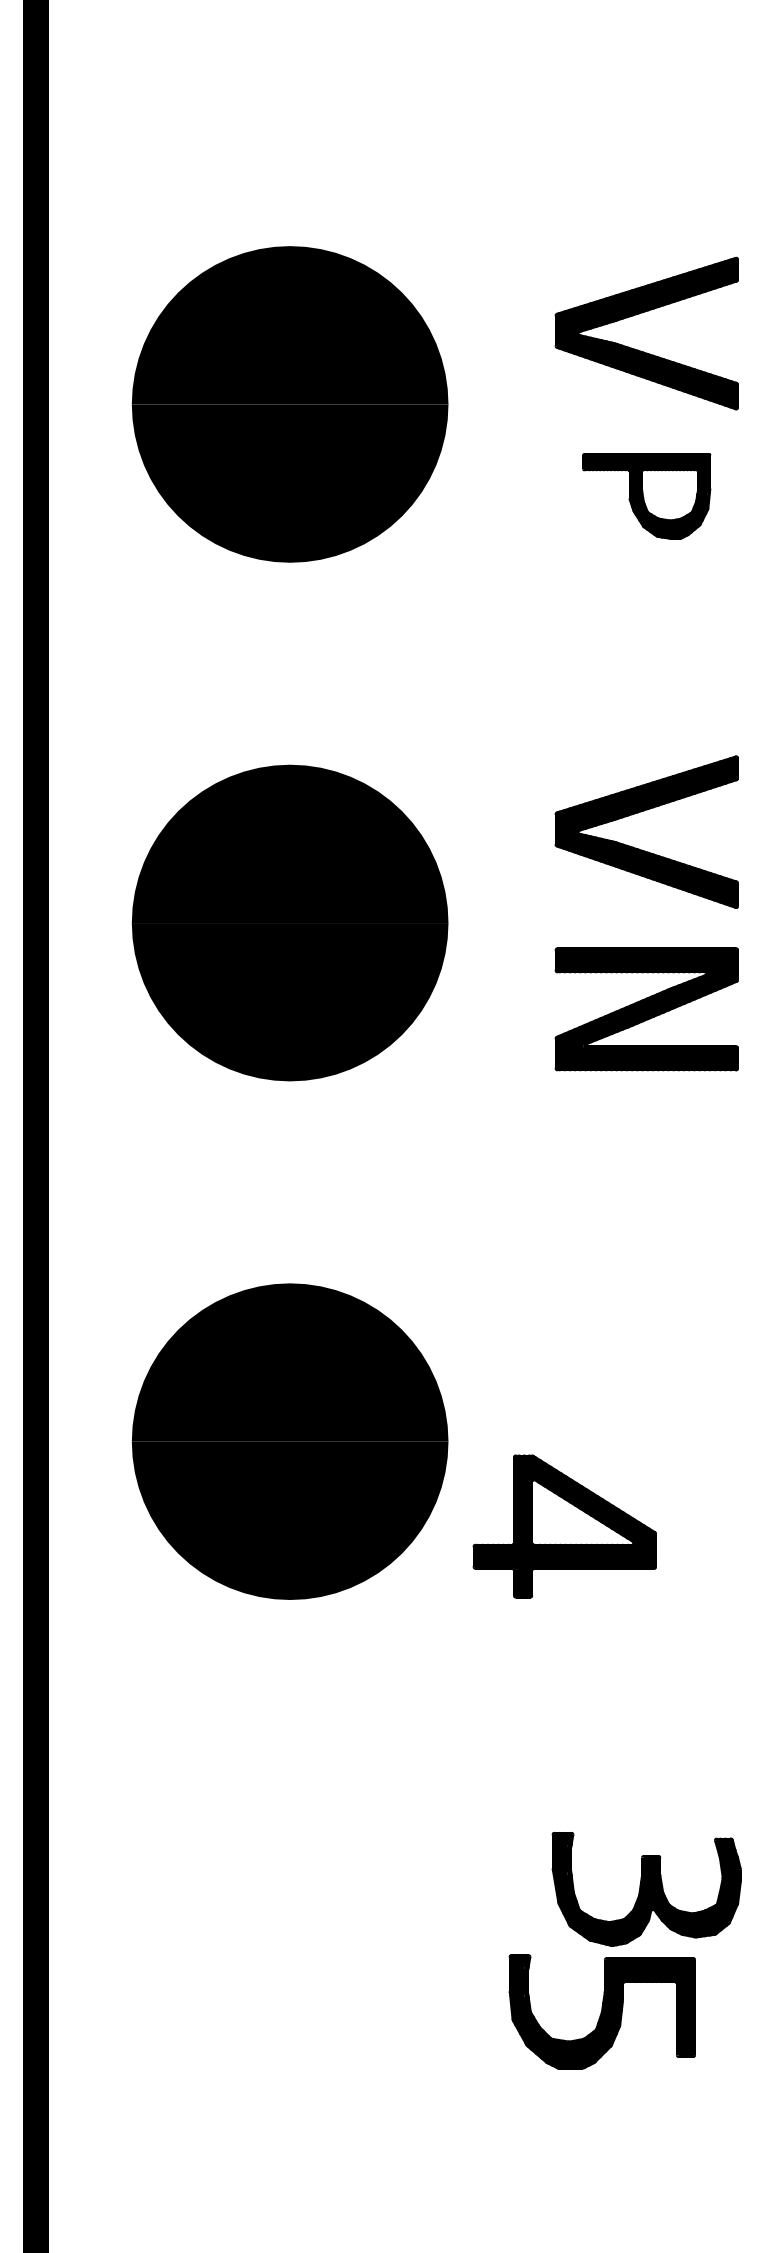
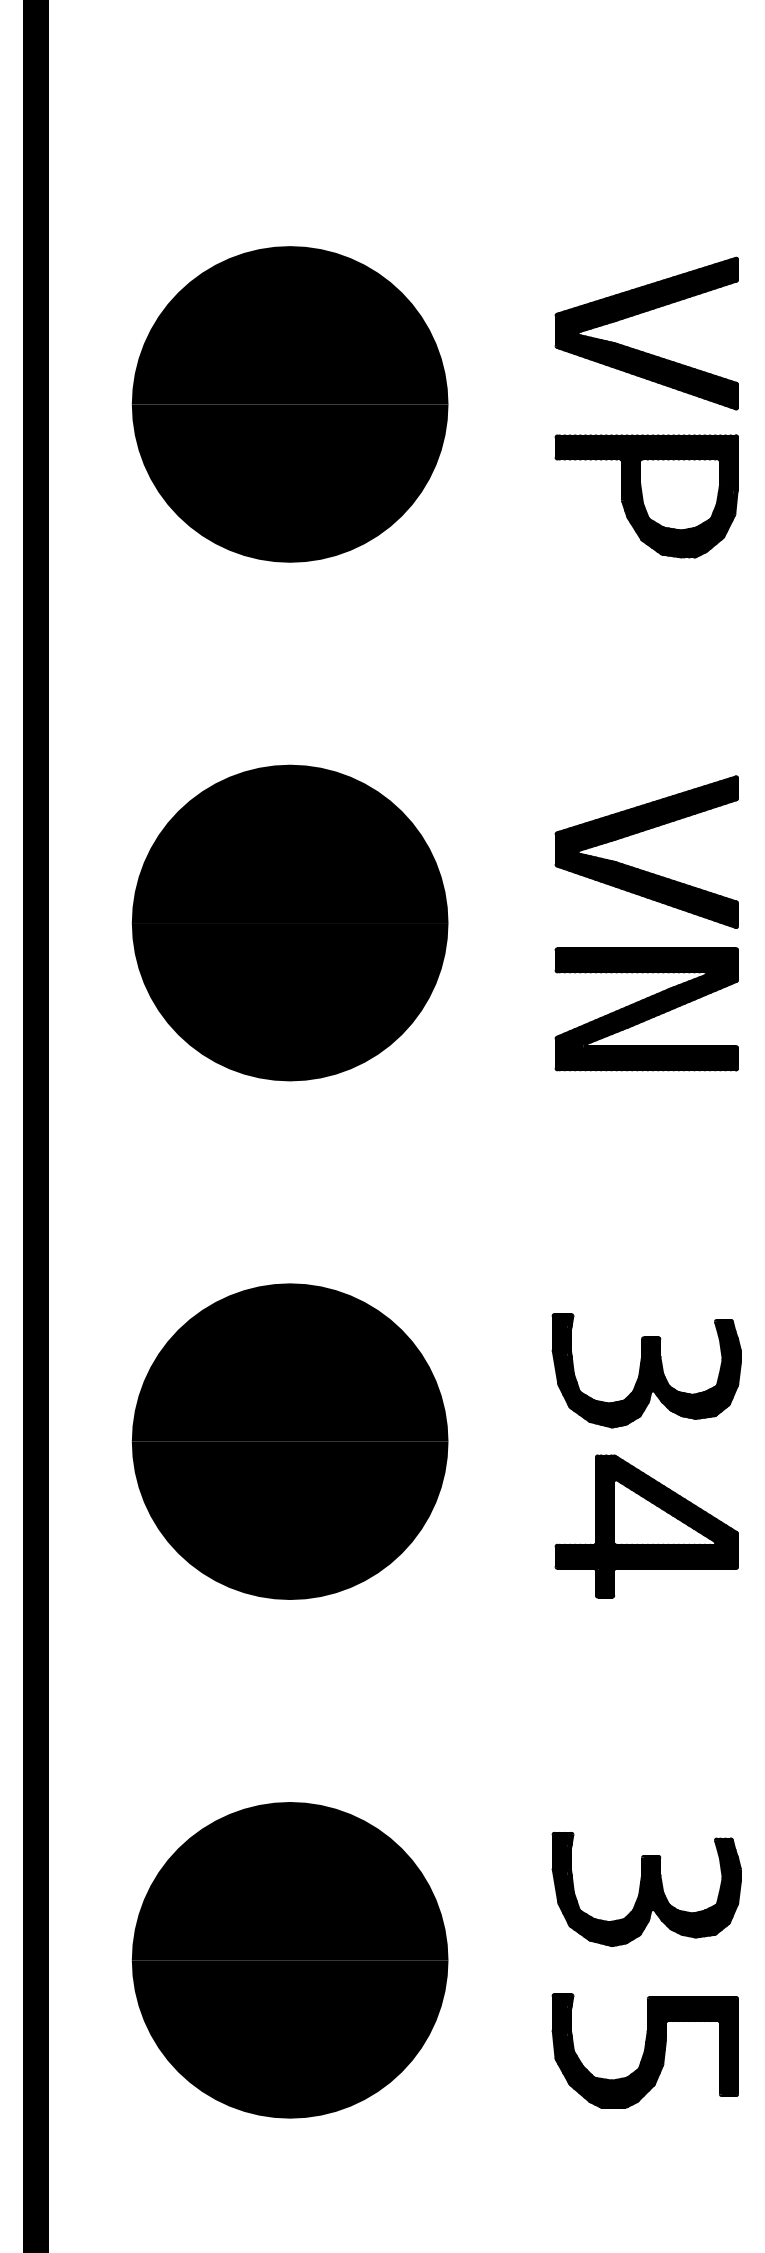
part at (646, 496) size: 130x87 px -> 185x125 px
part at (639, 848) position: (639, 848) -> (639, 868)
part at (646, 1370): none -> present
part at (564, 1526) position: (564, 1526) -> (646, 1526)
part at (289, 1960): none -> present
part at (601, 2011) position: (601, 2011) -> (644, 2050)
